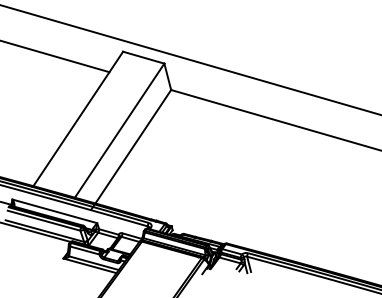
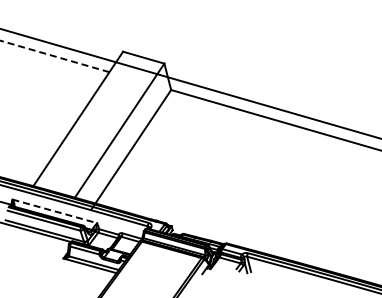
line at (54, 56): solid -> dashed
line at (190, 59) position: (190, 59) -> (190, 83)
line at (54, 211): solid -> dashed
